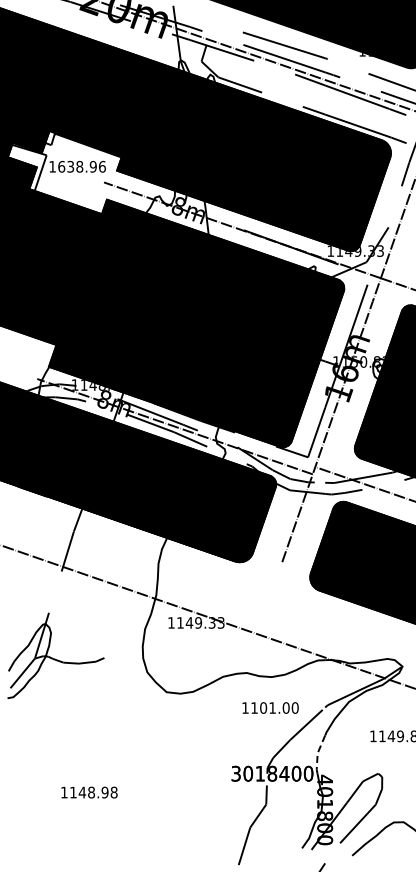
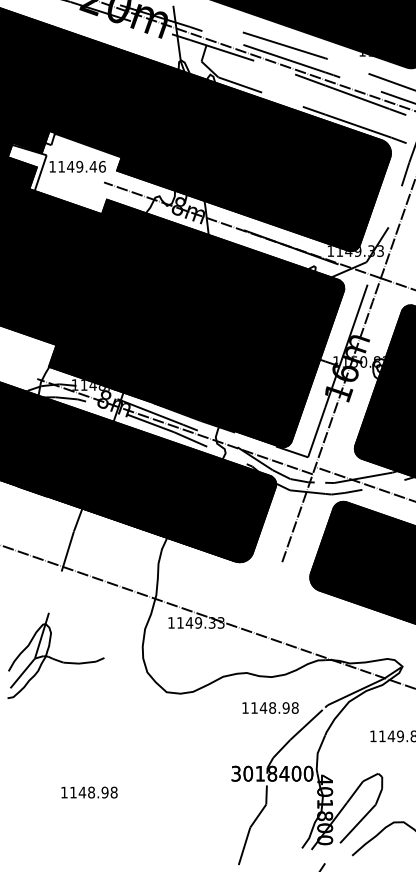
text at (77, 166): 1638.96 -> 1149.46
text at (278, 707): 1101.00 -> 1148.98
line at (317, 754): dashed -> solid
